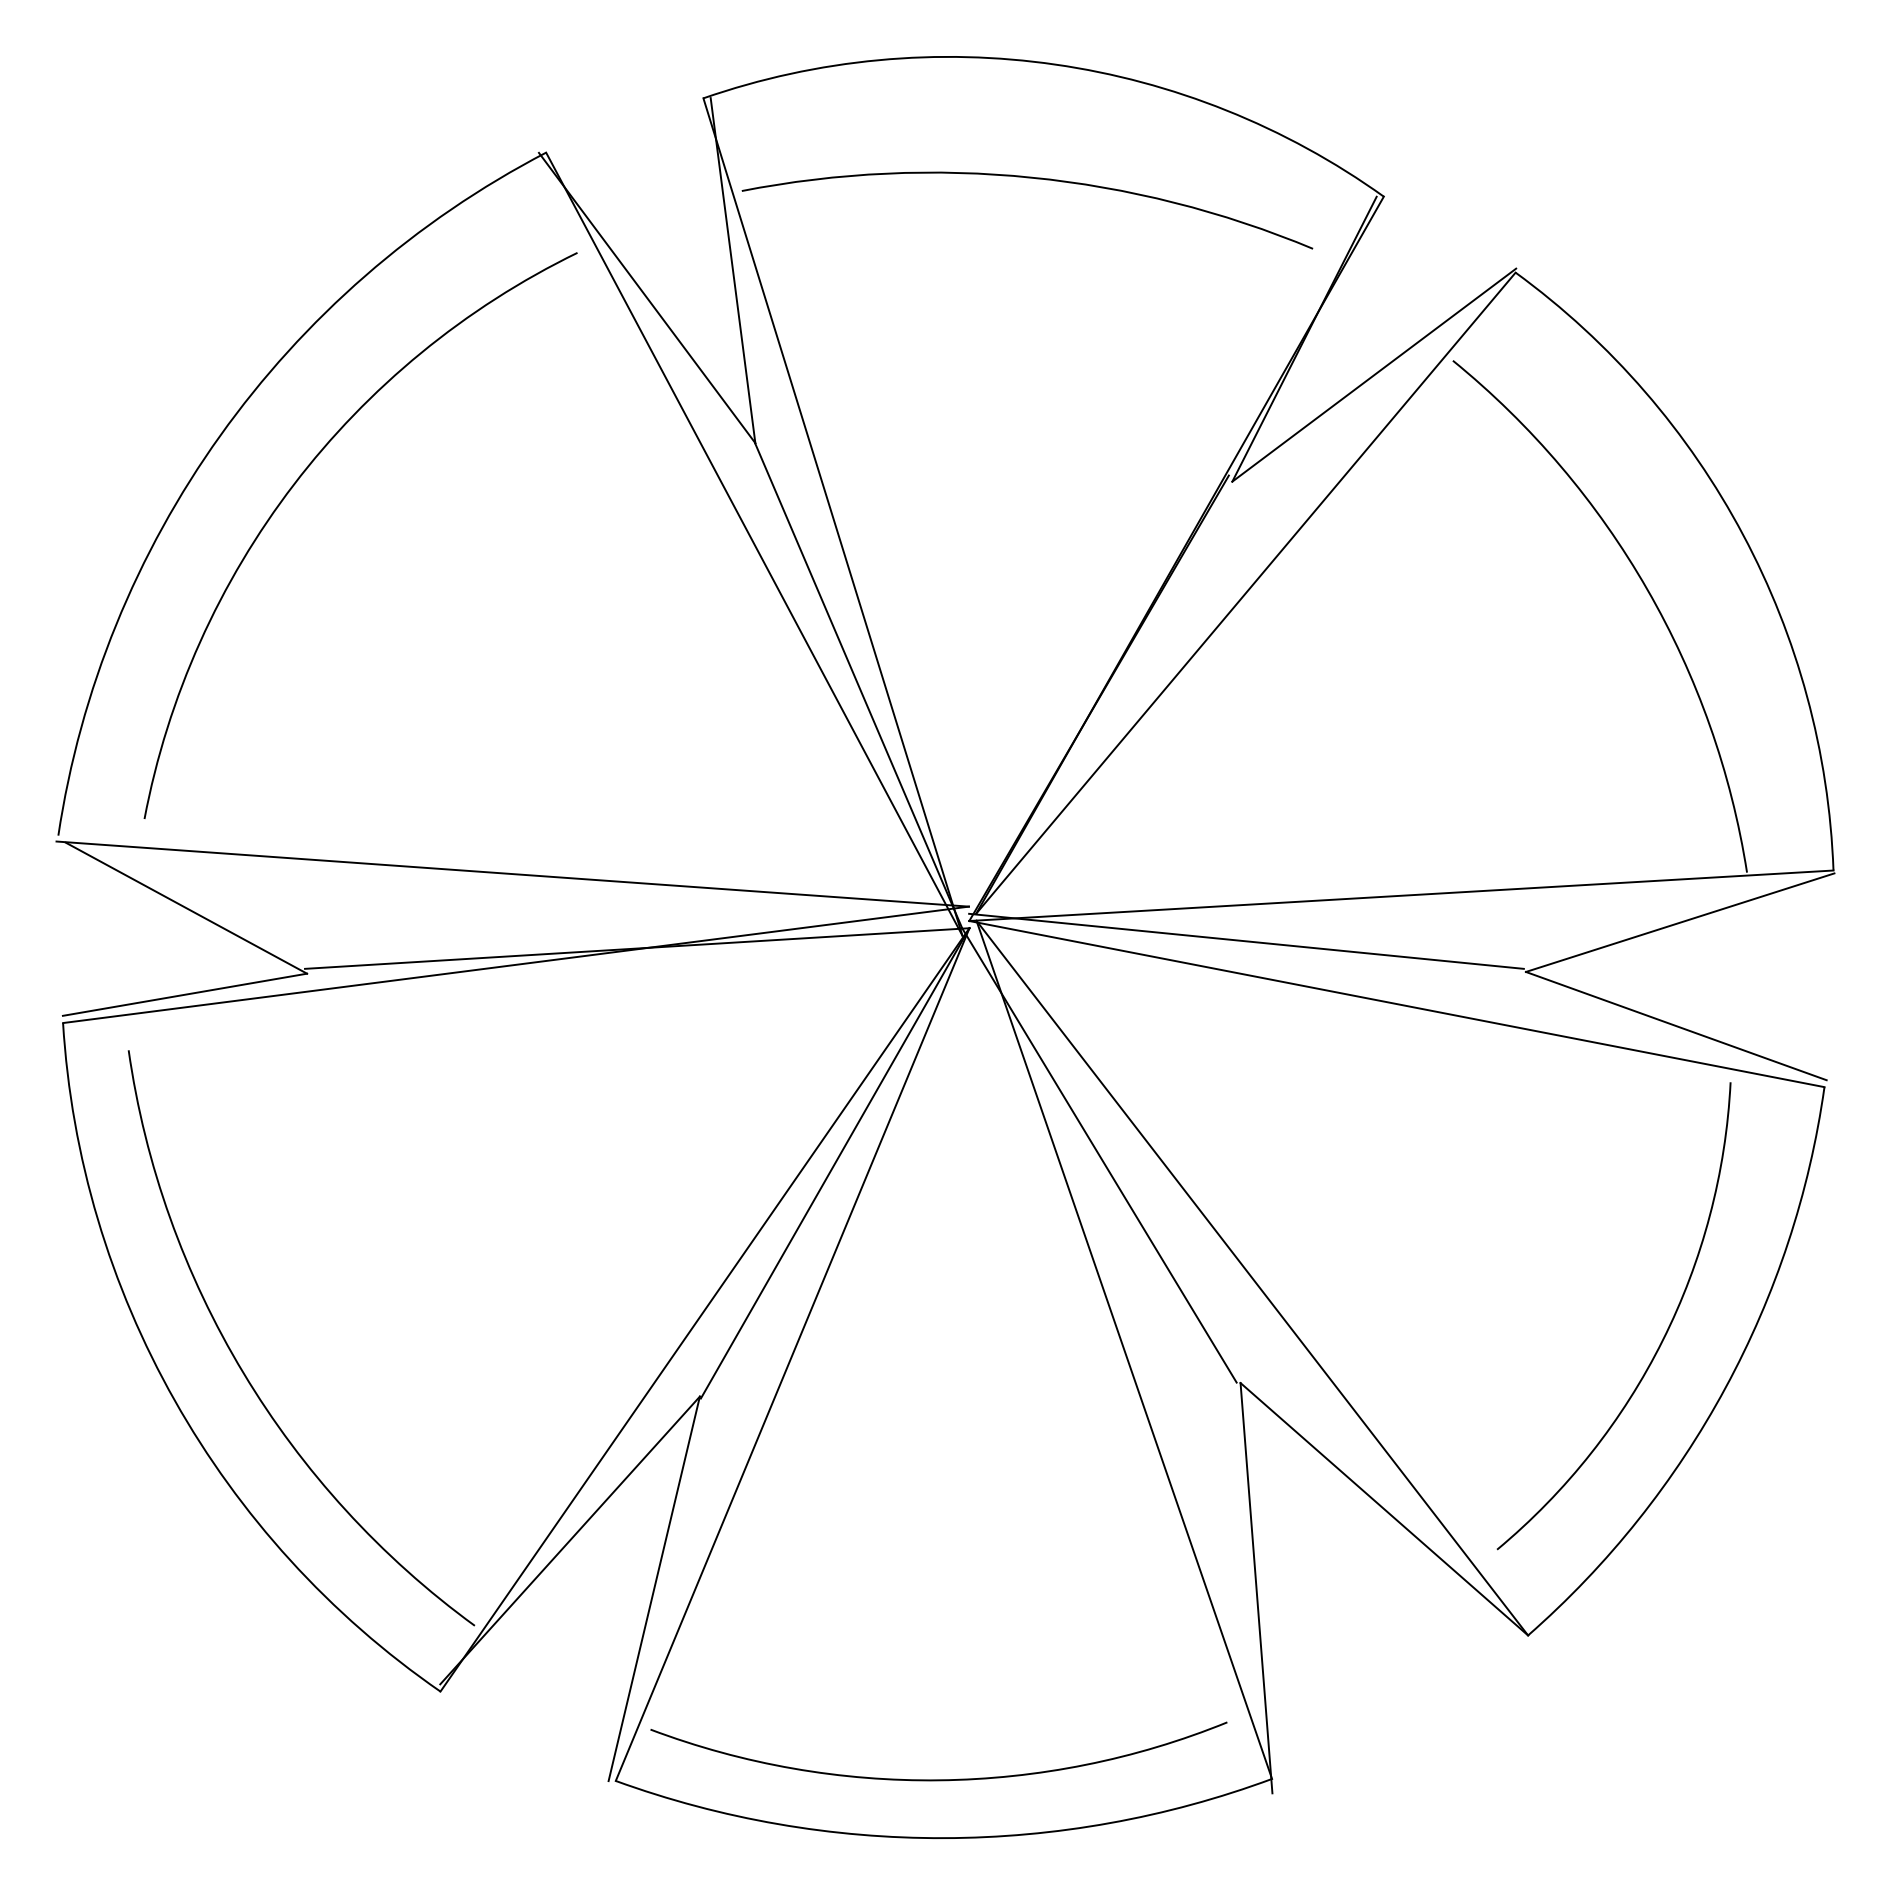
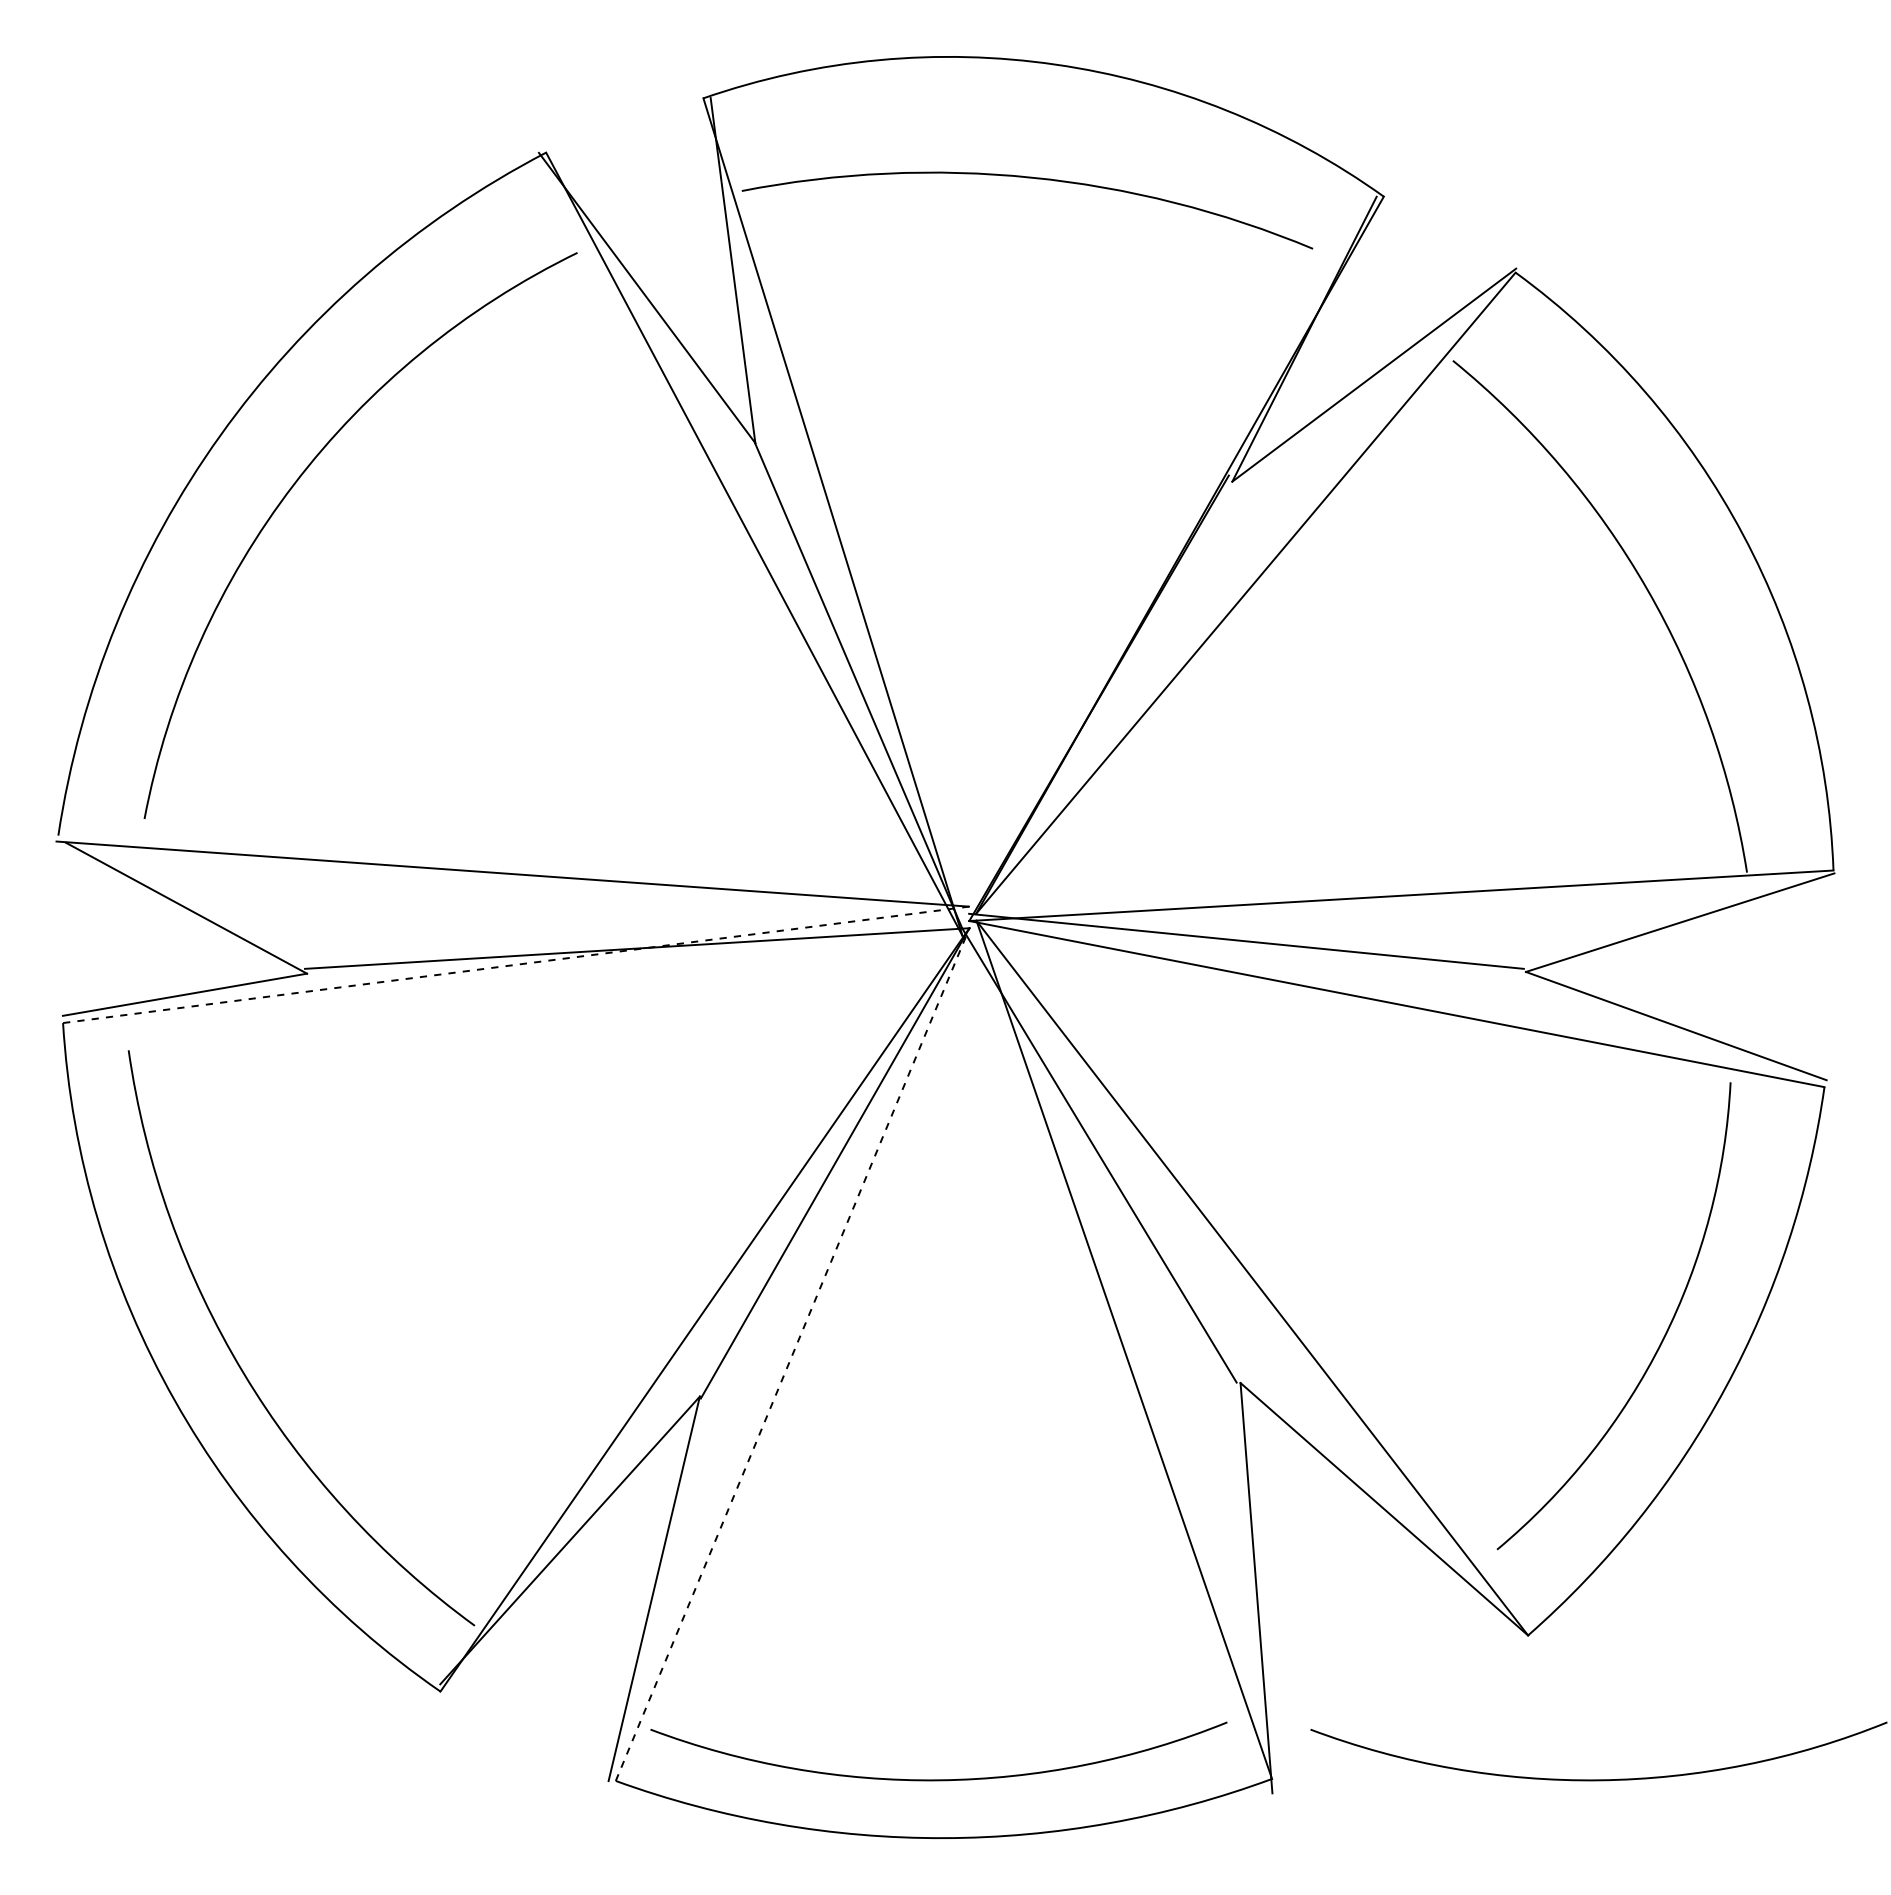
line at (516, 964): solid -> dashed
line at (792, 1354): solid -> dashed
arc at (1598, 1779): none -> present
